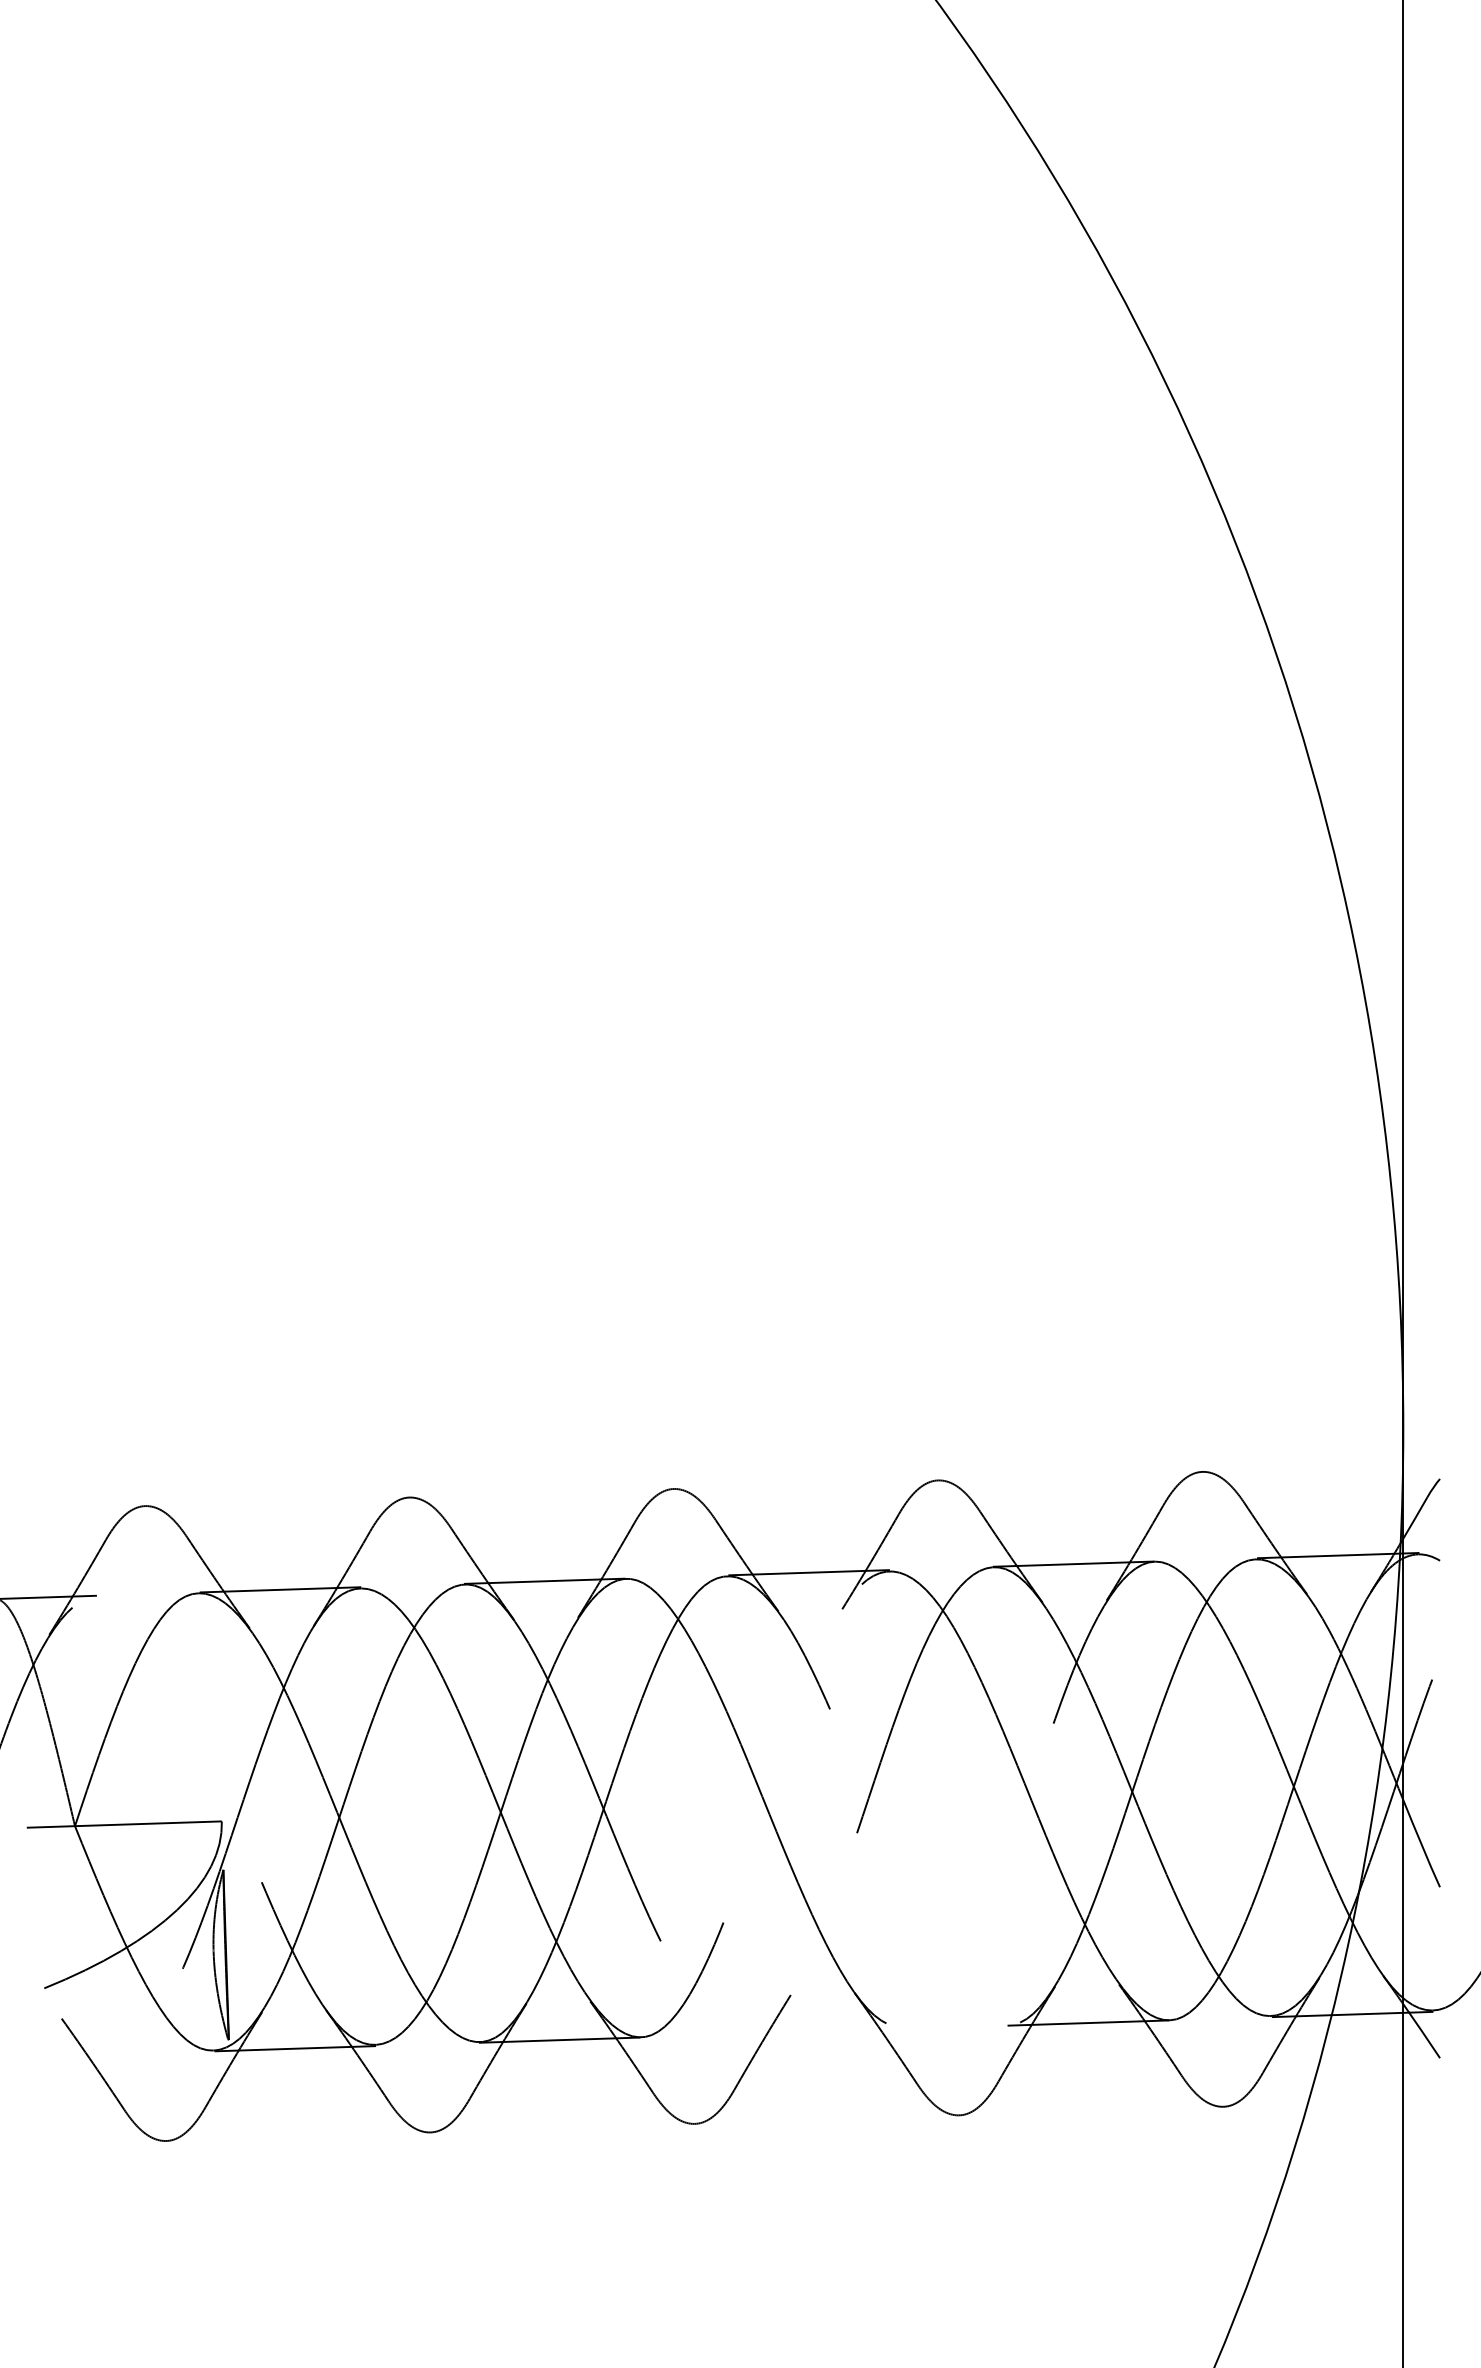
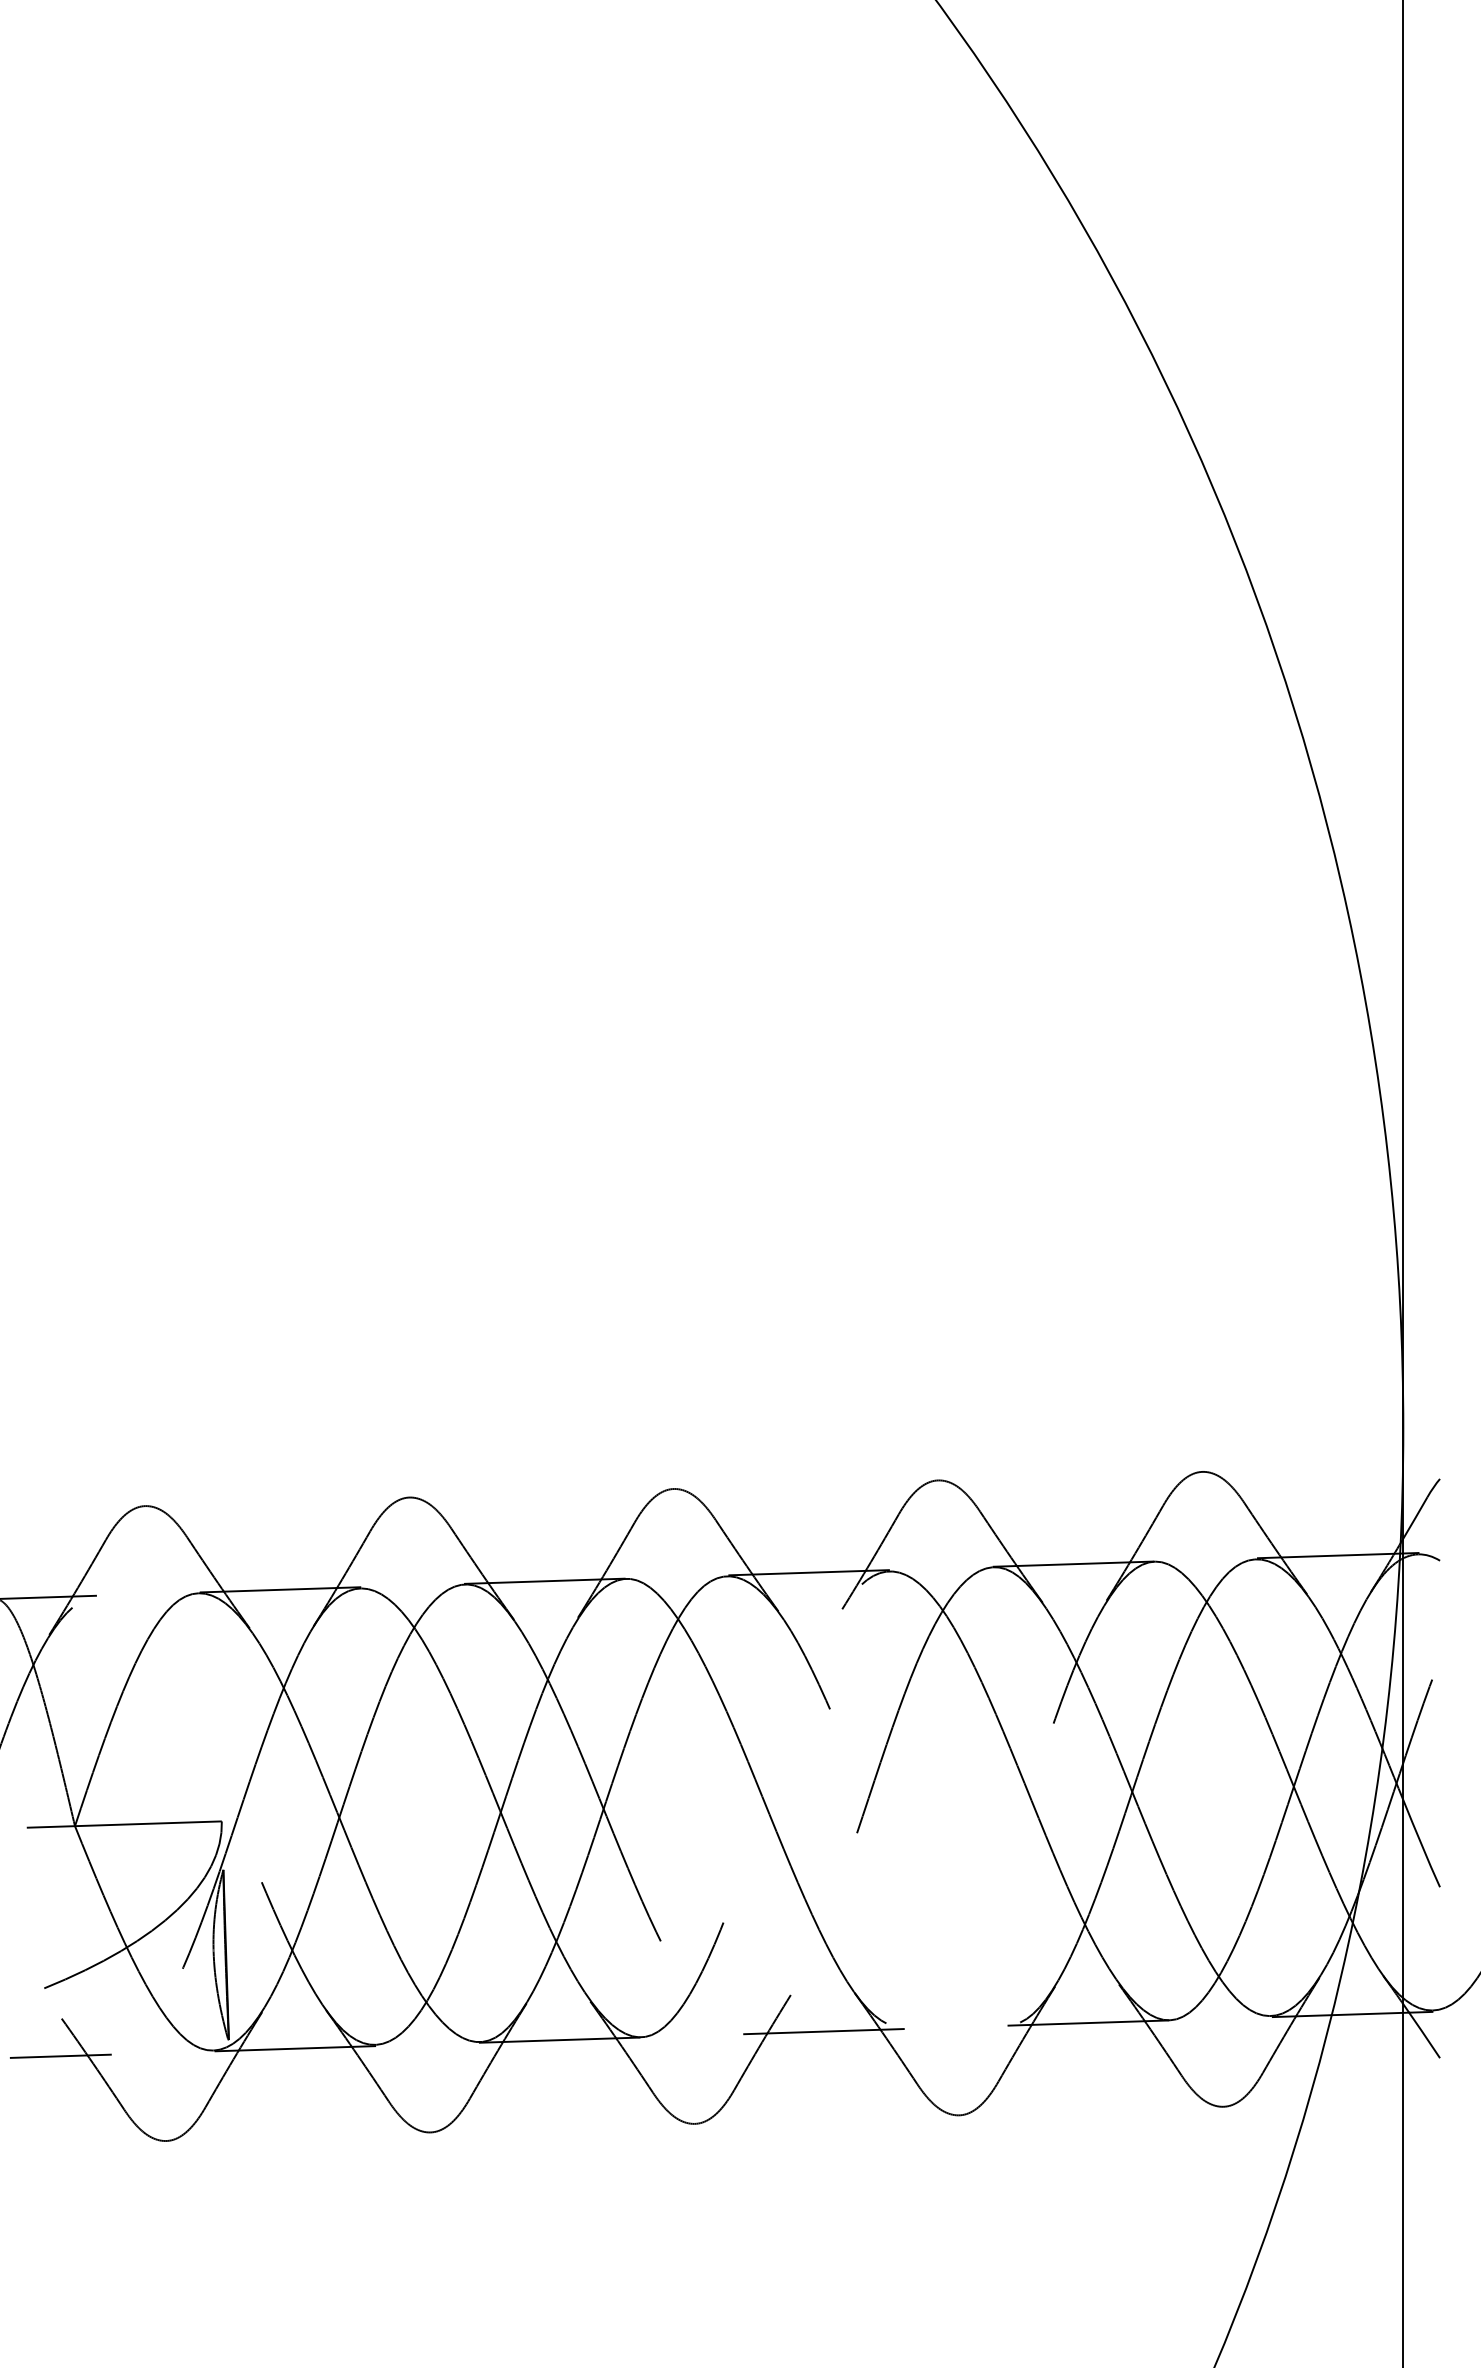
line at (823, 2031): none -> present
line at (60, 2055): none -> present
